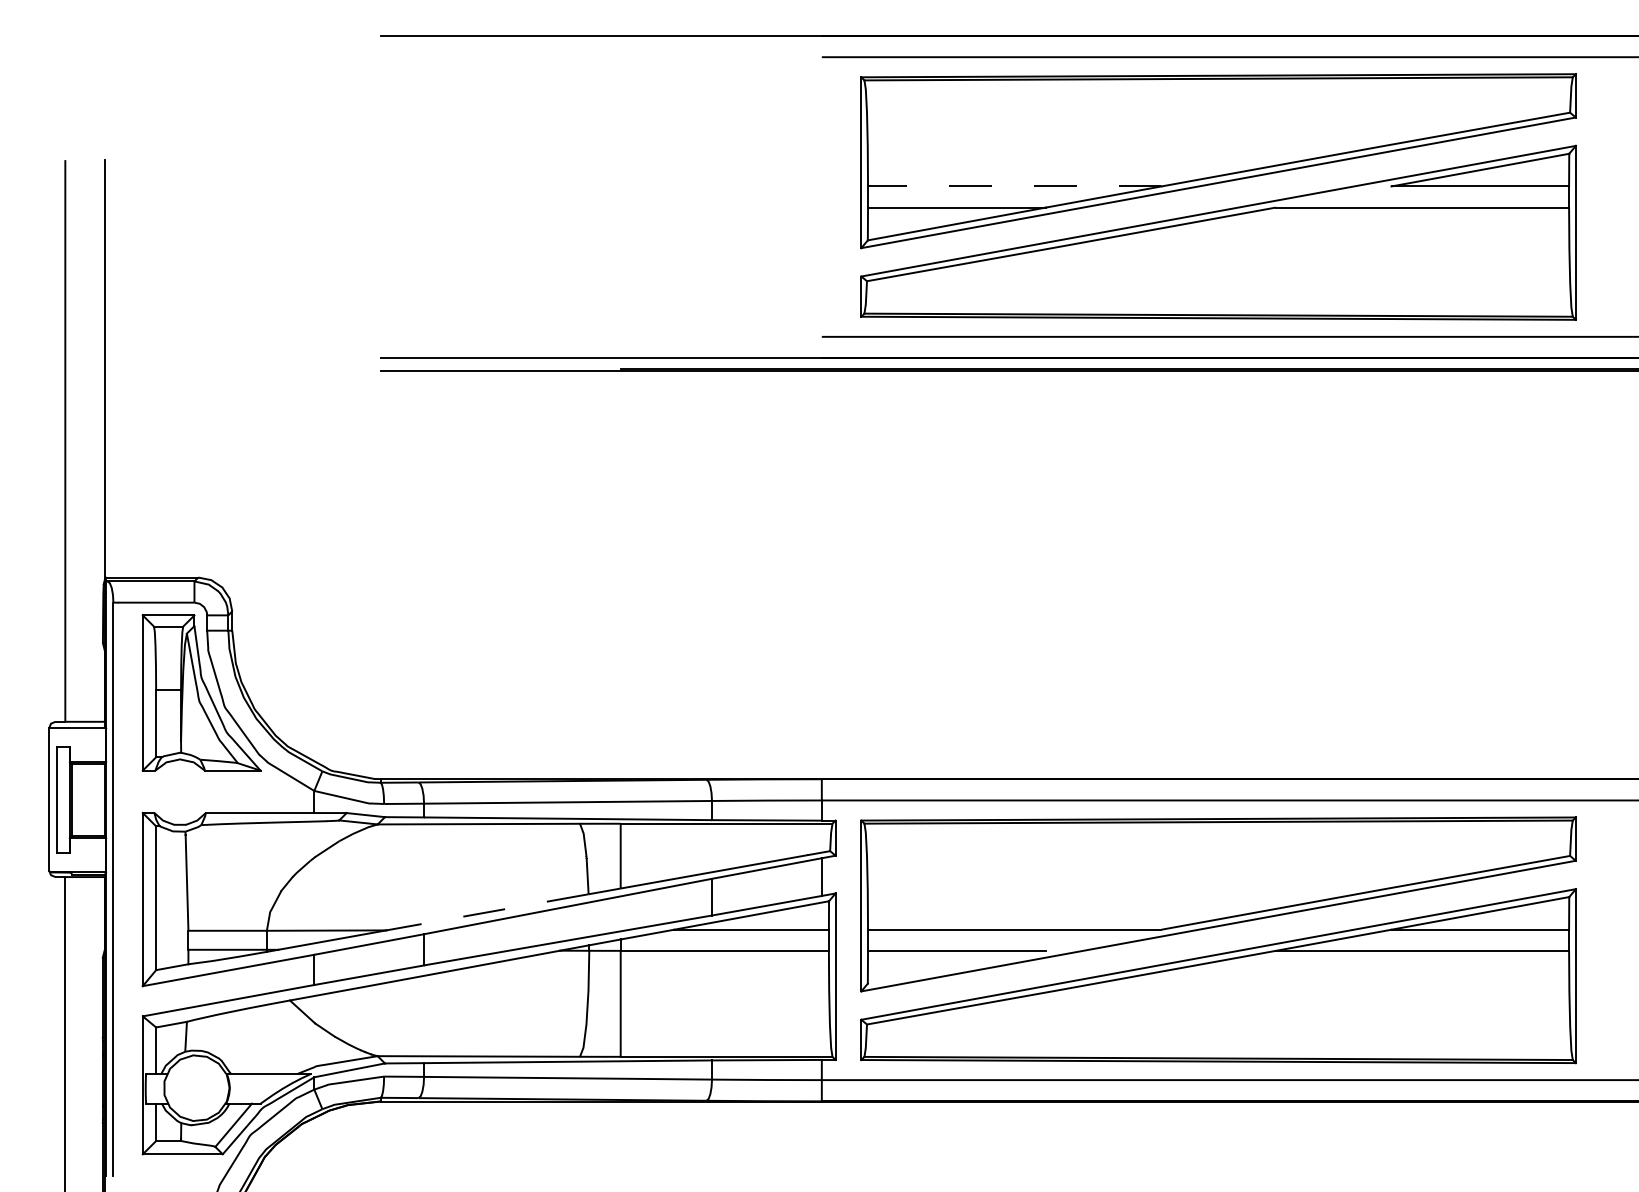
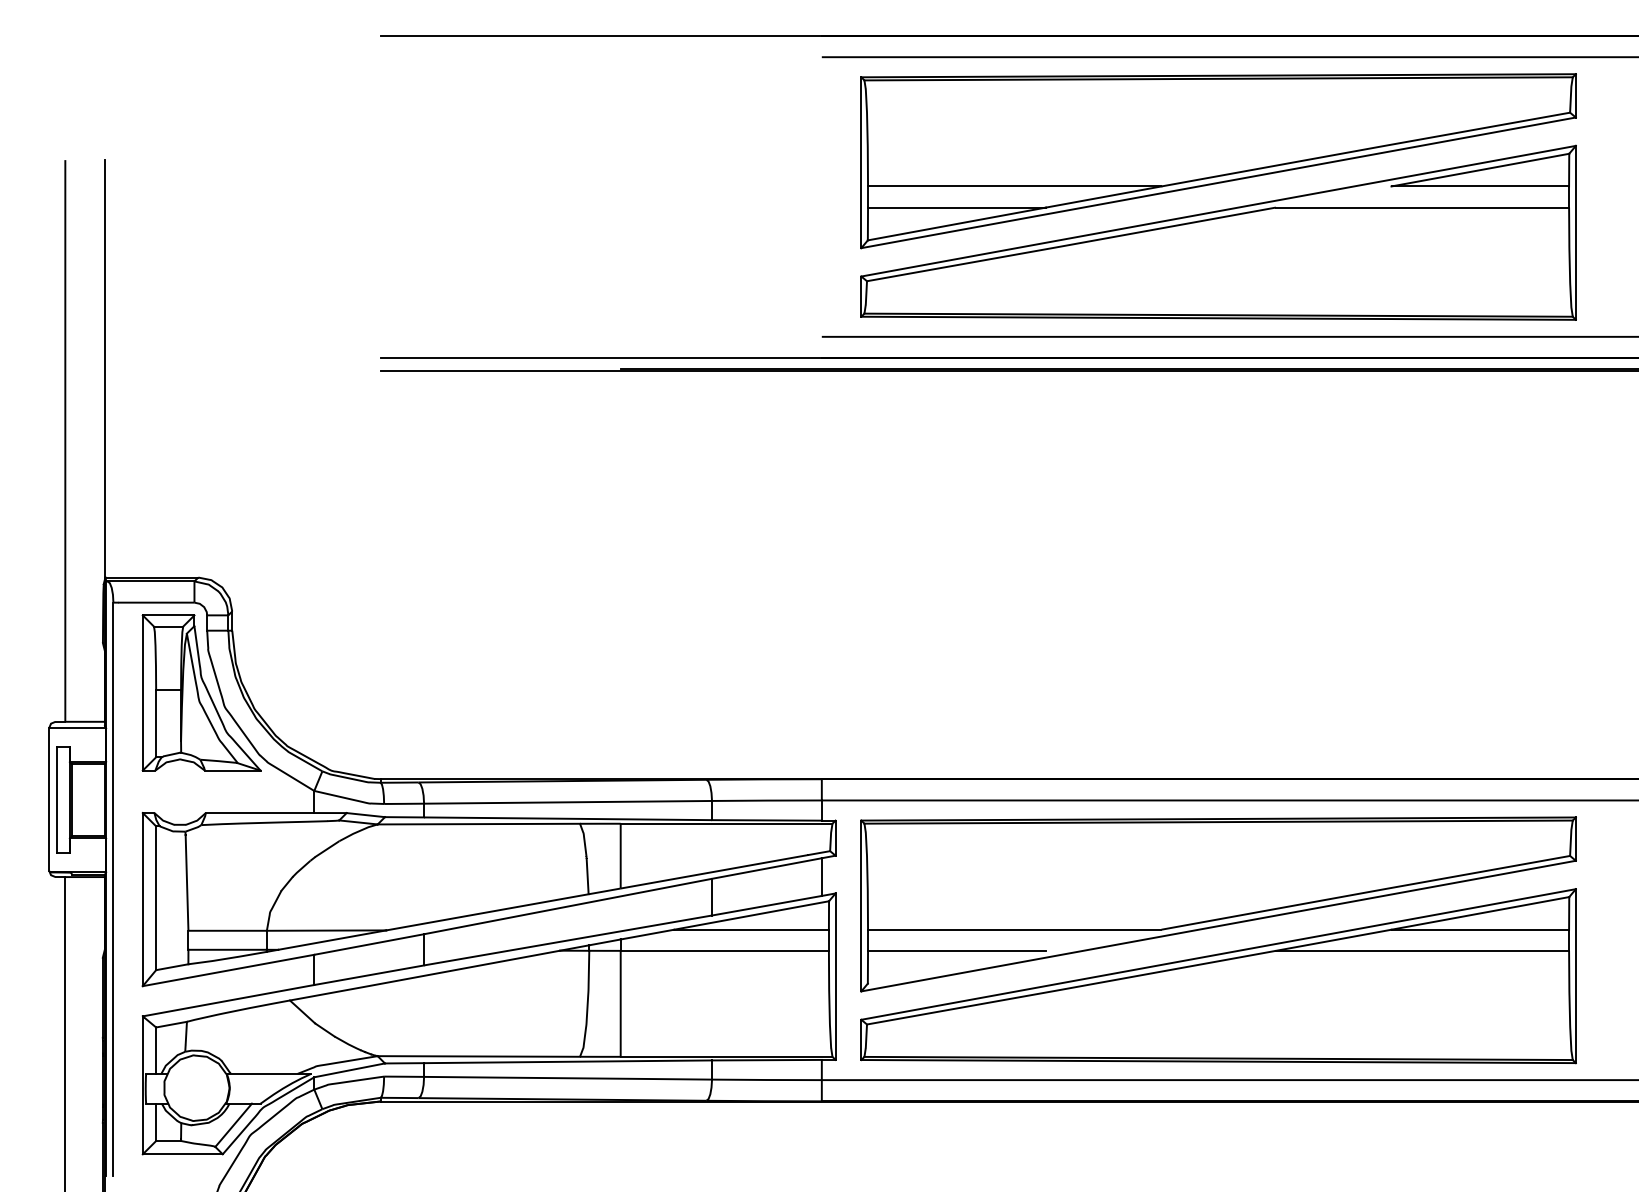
line at (1014, 186): dashed -> solid
line at (487, 912): dashed -> solid
